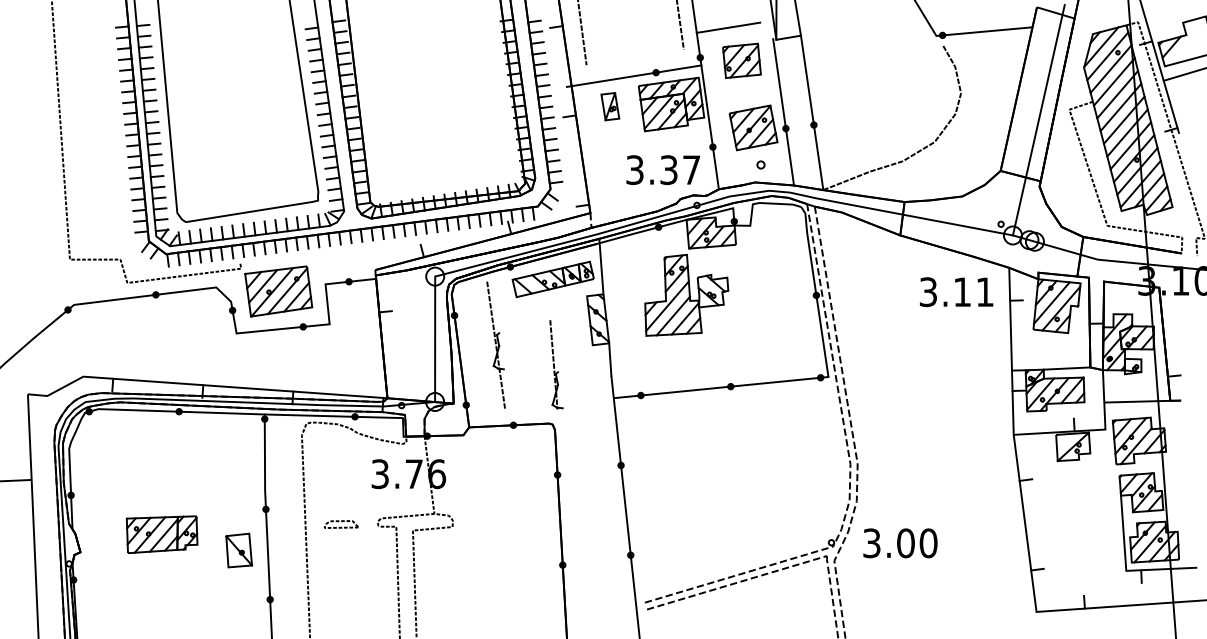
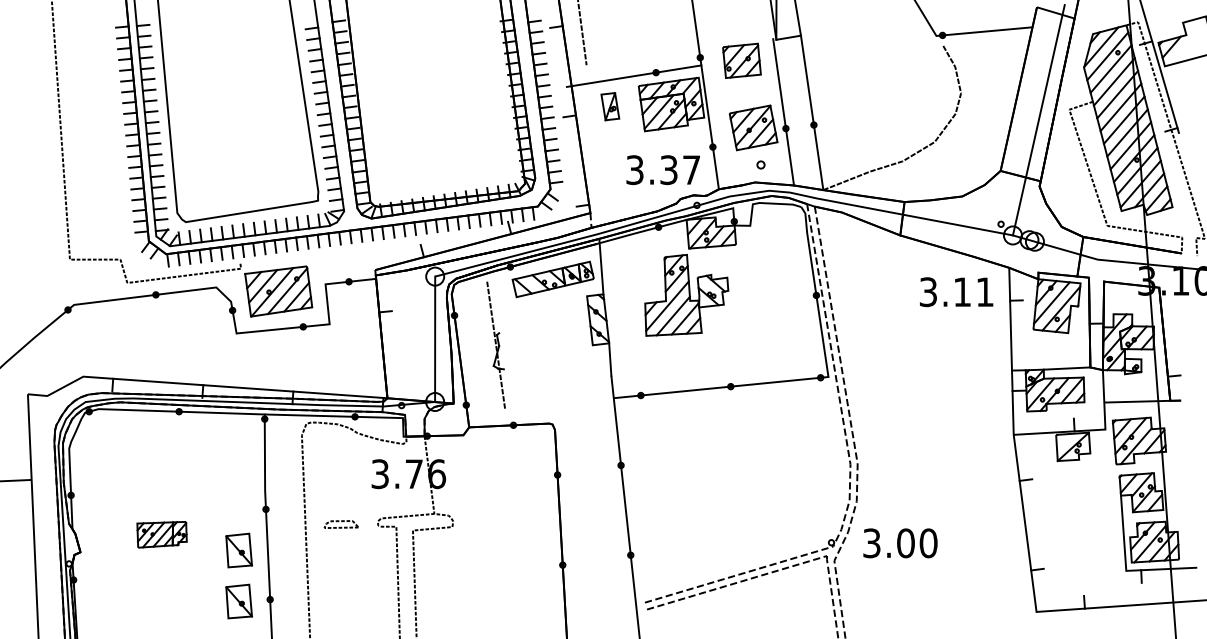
line at (680, 25): present -> none
line at (728, 27): present -> none
line at (1183, 74): present -> none
part at (556, 364): present -> none
part at (161, 534) size: 74x40 px -> 52x28 px
part at (239, 601): none -> present
